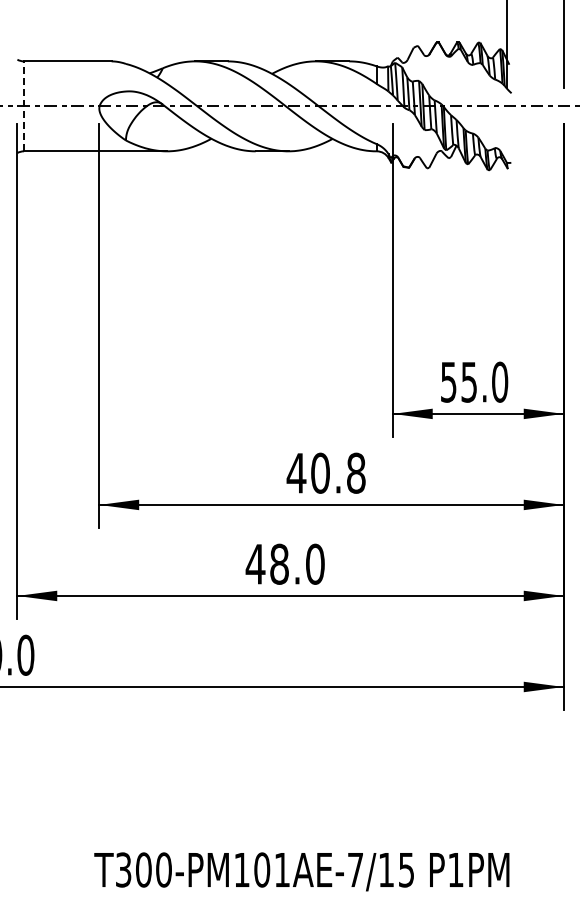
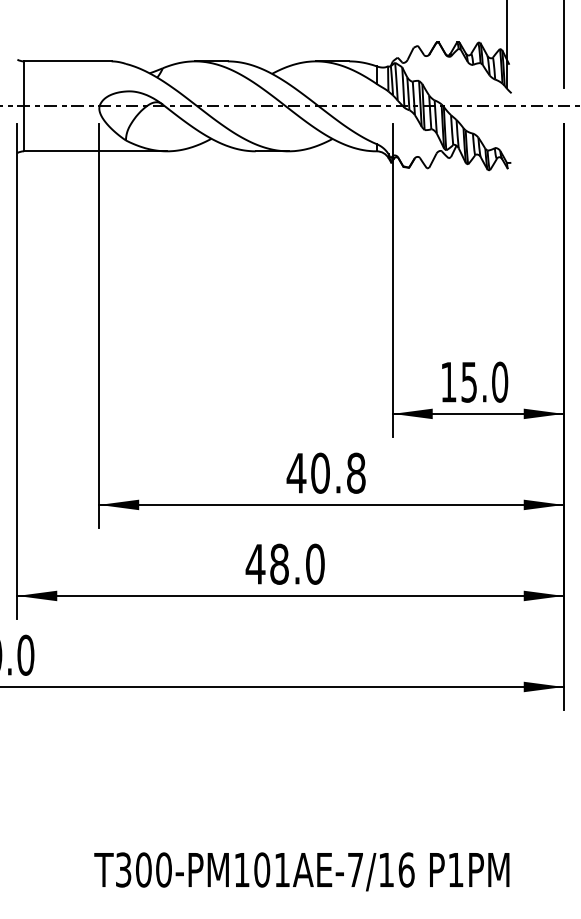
line at (24, 106): dashed -> solid
text at (448, 382): 55.0 -> 15.0
text at (406, 869): T300-PM101AE-7/15 -> T300-PM101AE-7/16
